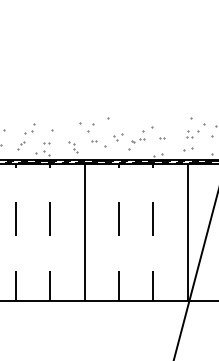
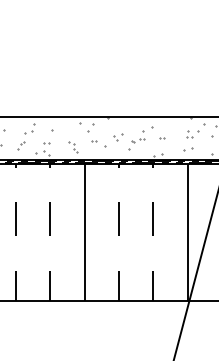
line at (108, 117): none -> present
